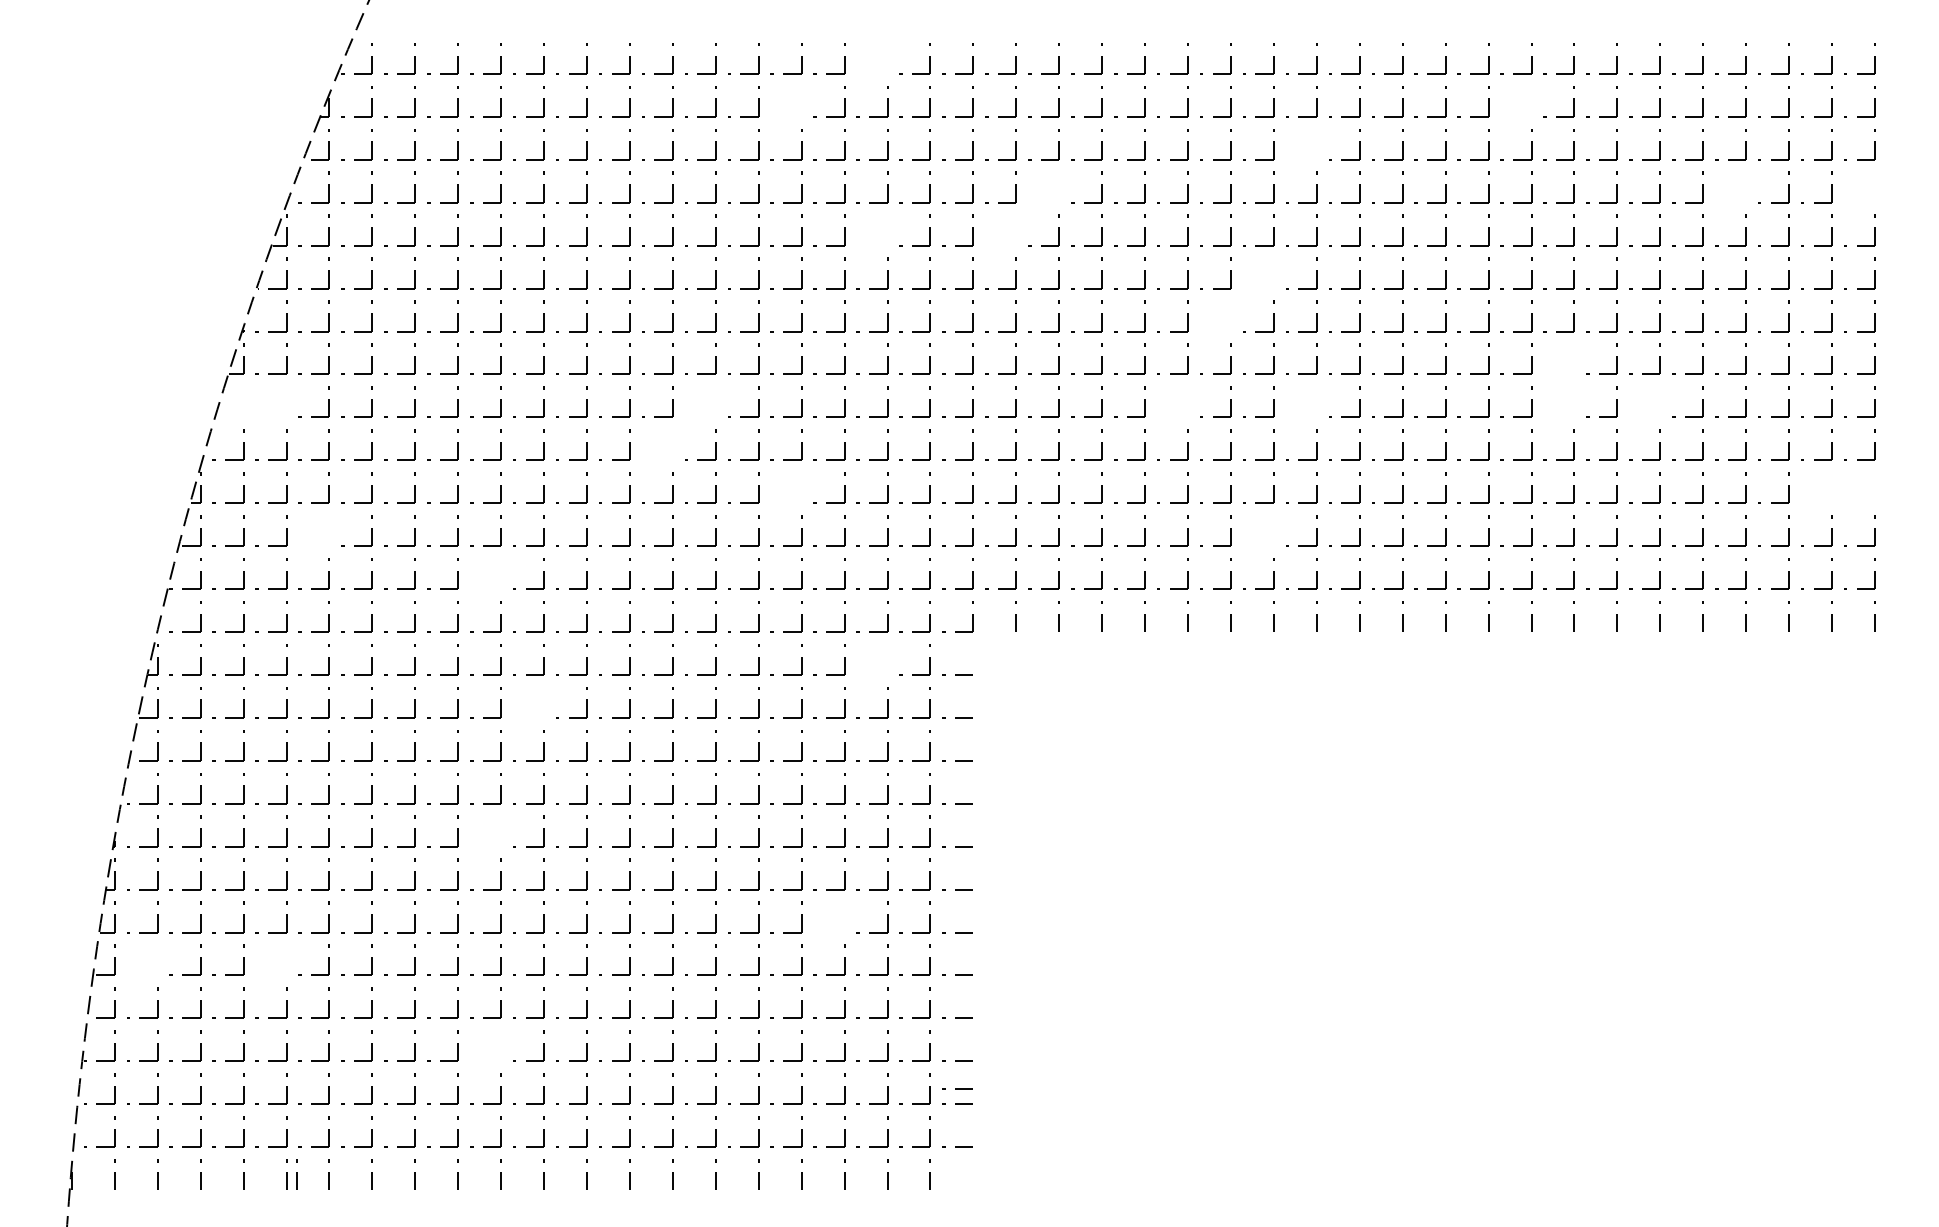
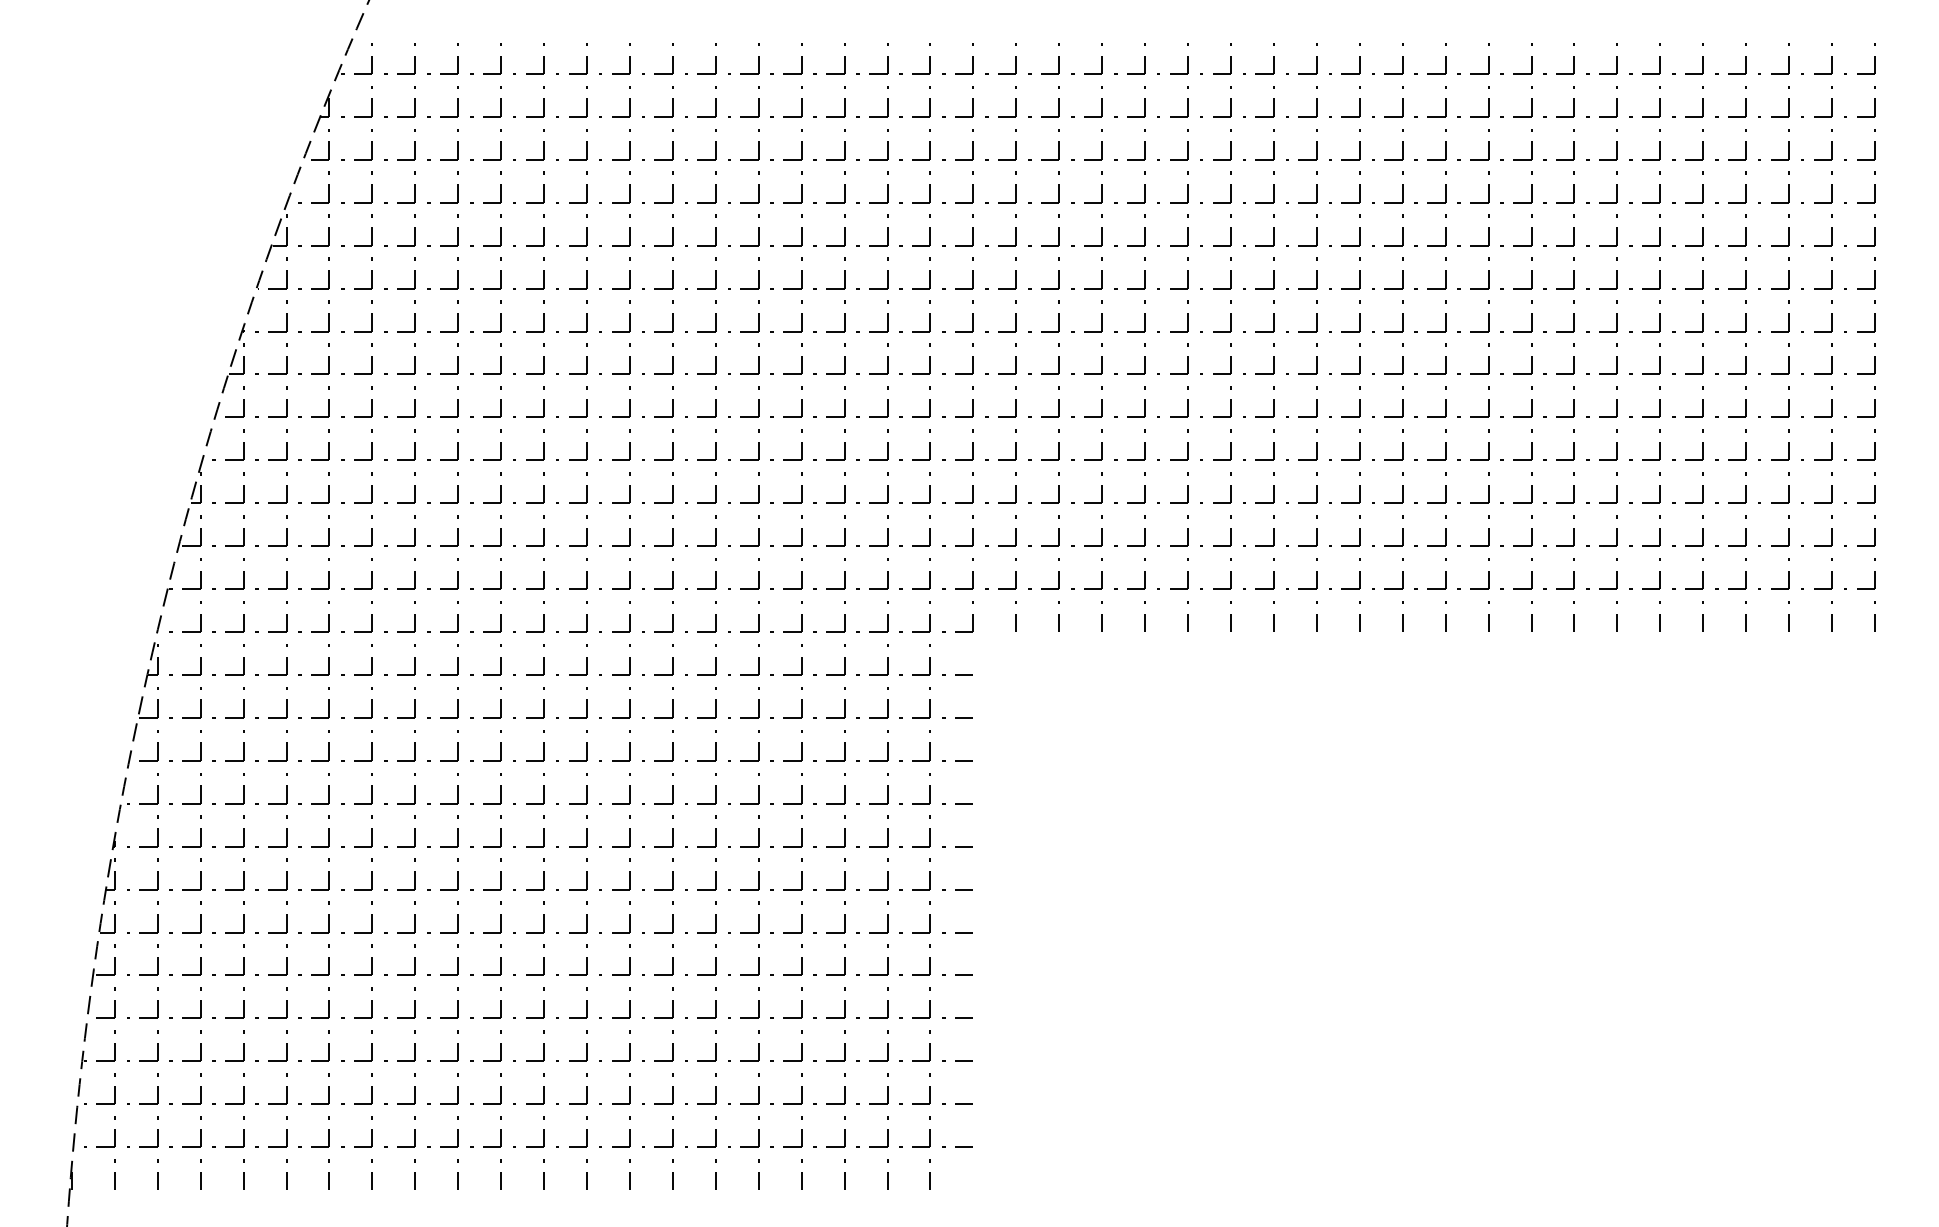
part at (887, 58): none -> present
part at (801, 101): none -> present
part at (1531, 101): none -> present
part at (1316, 144): none -> present
part at (1058, 187): none -> present
part at (1745, 187): none -> present
part at (1874, 187): none -> present
part at (887, 230): none -> present
part at (1015, 230): none -> present
part at (1273, 273): none -> present
part at (1230, 316): none -> present
part at (1573, 358): none -> present
part at (243, 401): none -> present
part at (286, 401): none -> present
part at (715, 401): none -> present
part at (1187, 401): none -> present
part at (1316, 401): none -> present
part at (1573, 401): none -> present
part at (1659, 401): none -> present
part at (672, 444): none -> present
part at (801, 487): none -> present
part at (1831, 487): none -> present
part at (1874, 487): none -> present
part at (328, 530): none -> present
part at (1273, 530): none -> present
part at (500, 573): none -> present
part at (887, 659): none -> present
part at (543, 702): none -> present
part at (500, 831): none -> present
part at (844, 917): none -> present
part at (157, 959): none -> present
part at (286, 959): none -> present
part at (500, 1045): none -> present
line at (957, 1088): present -> none
line at (296, 1174): present -> none
